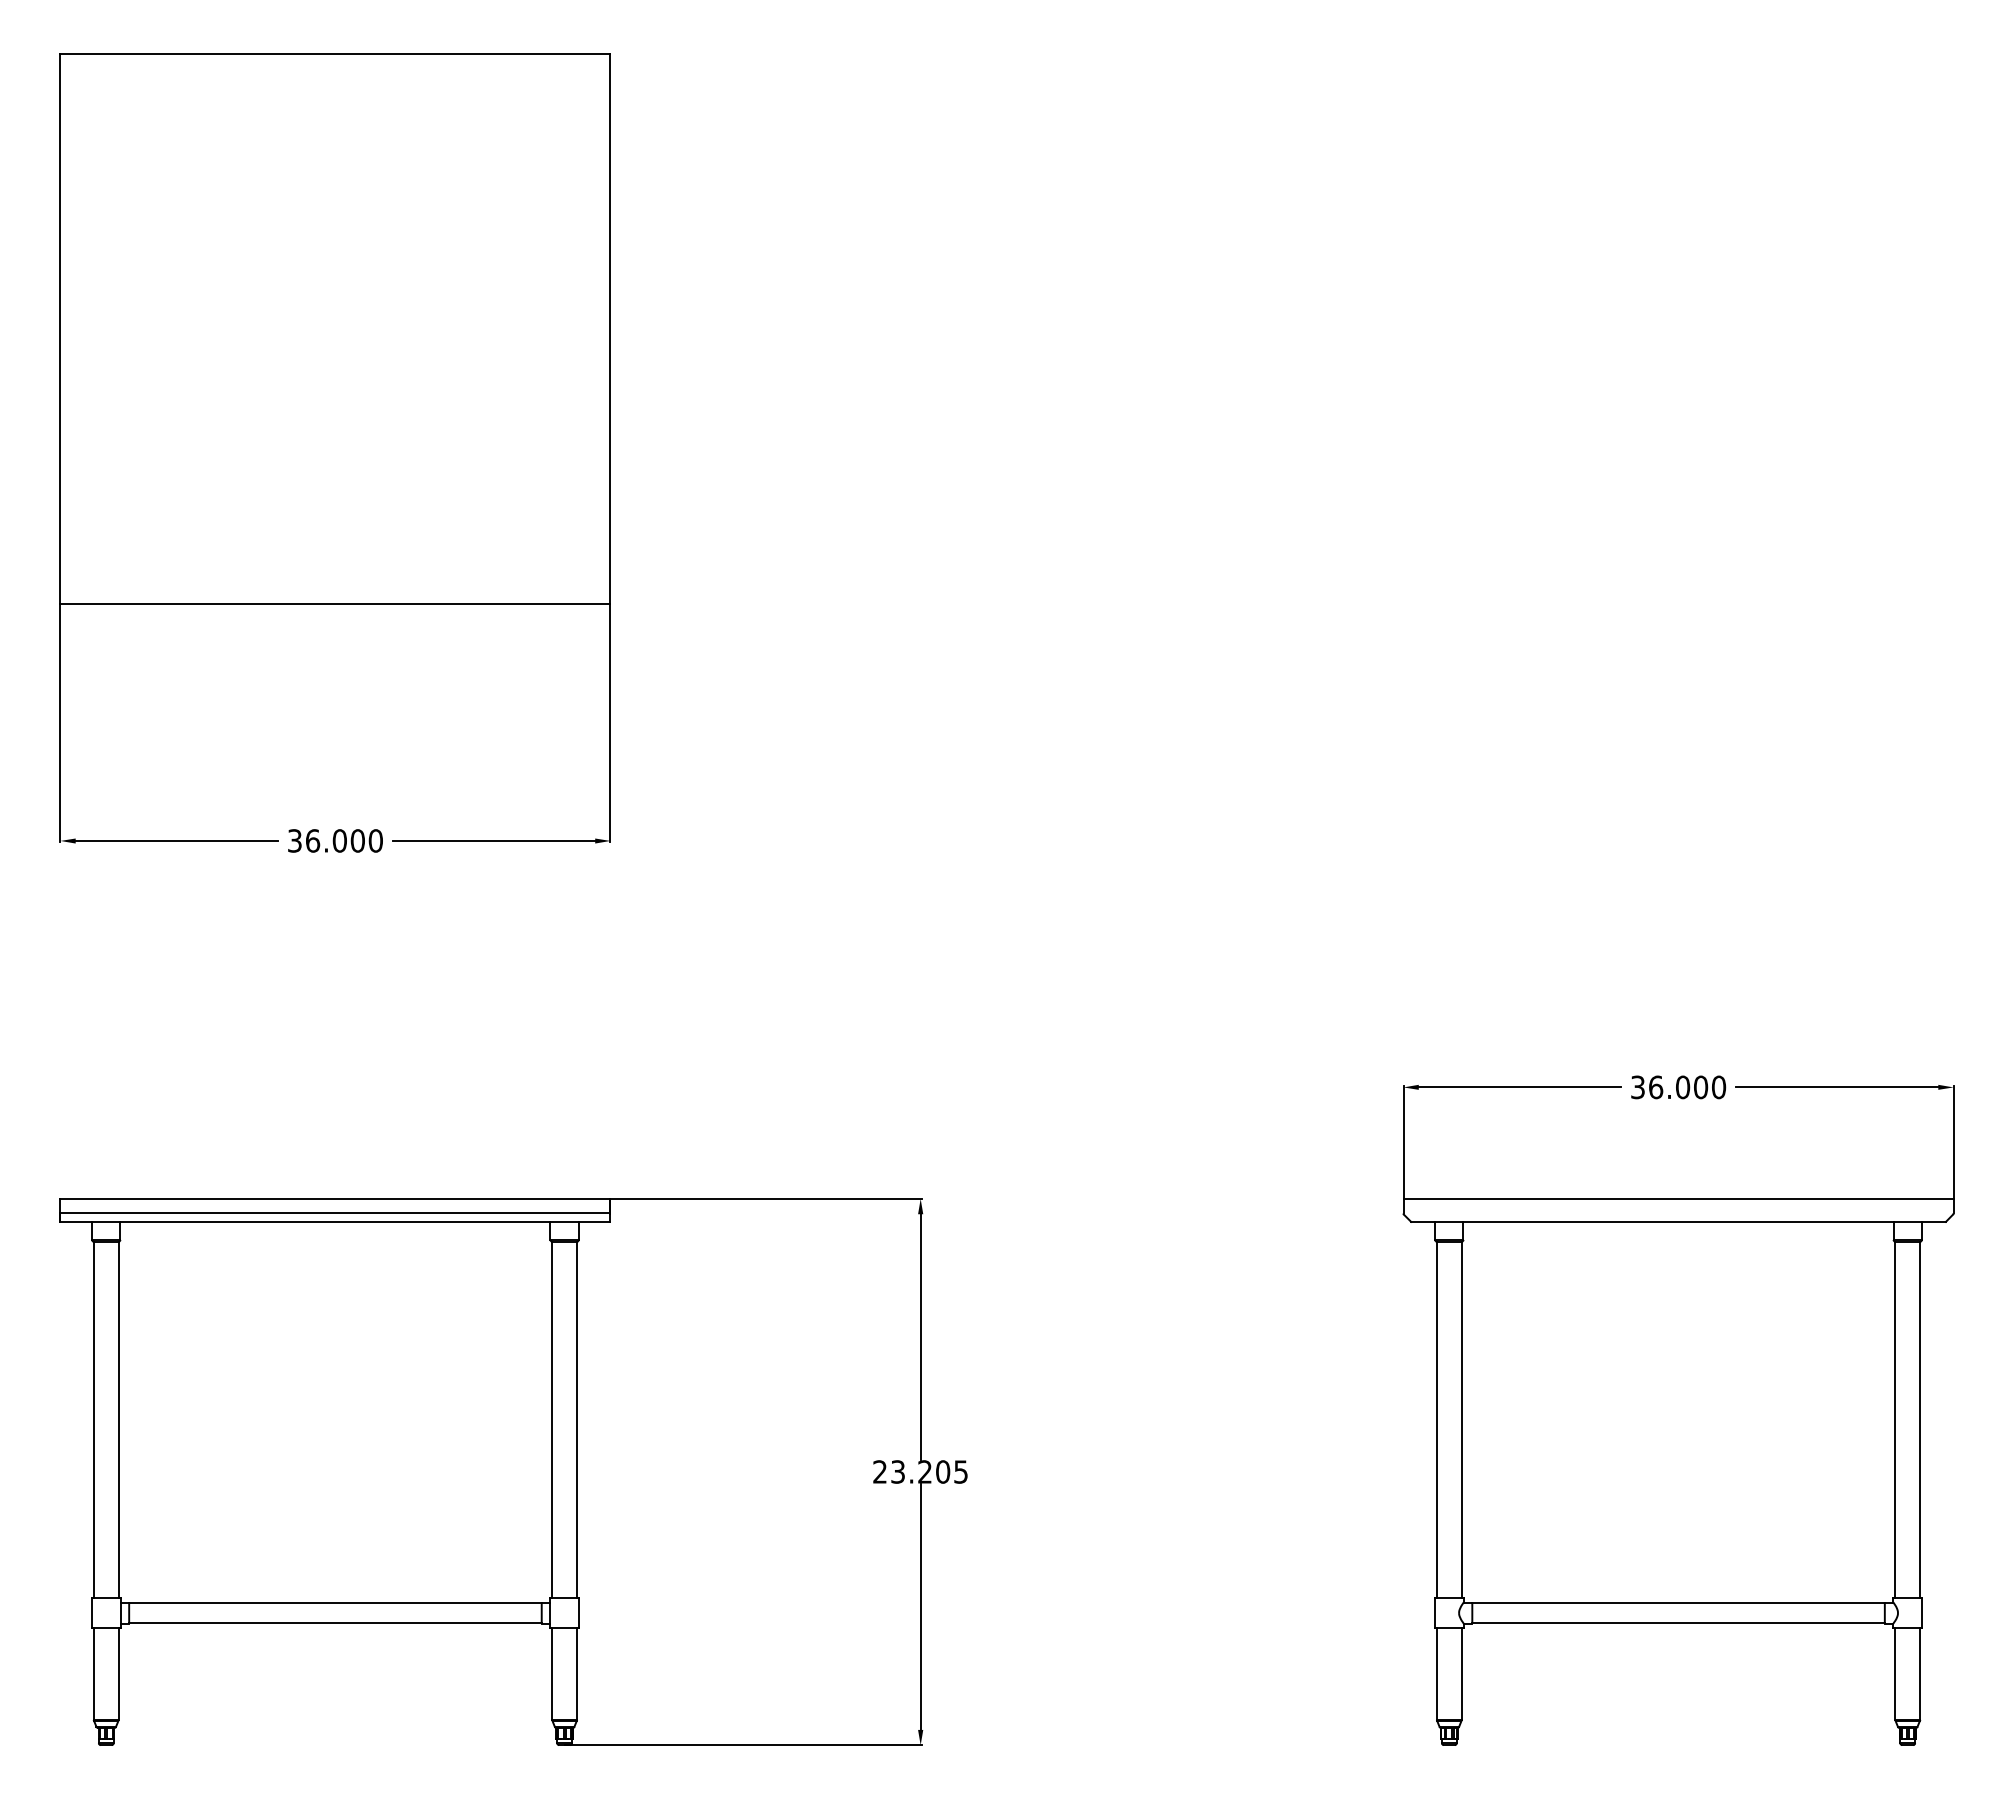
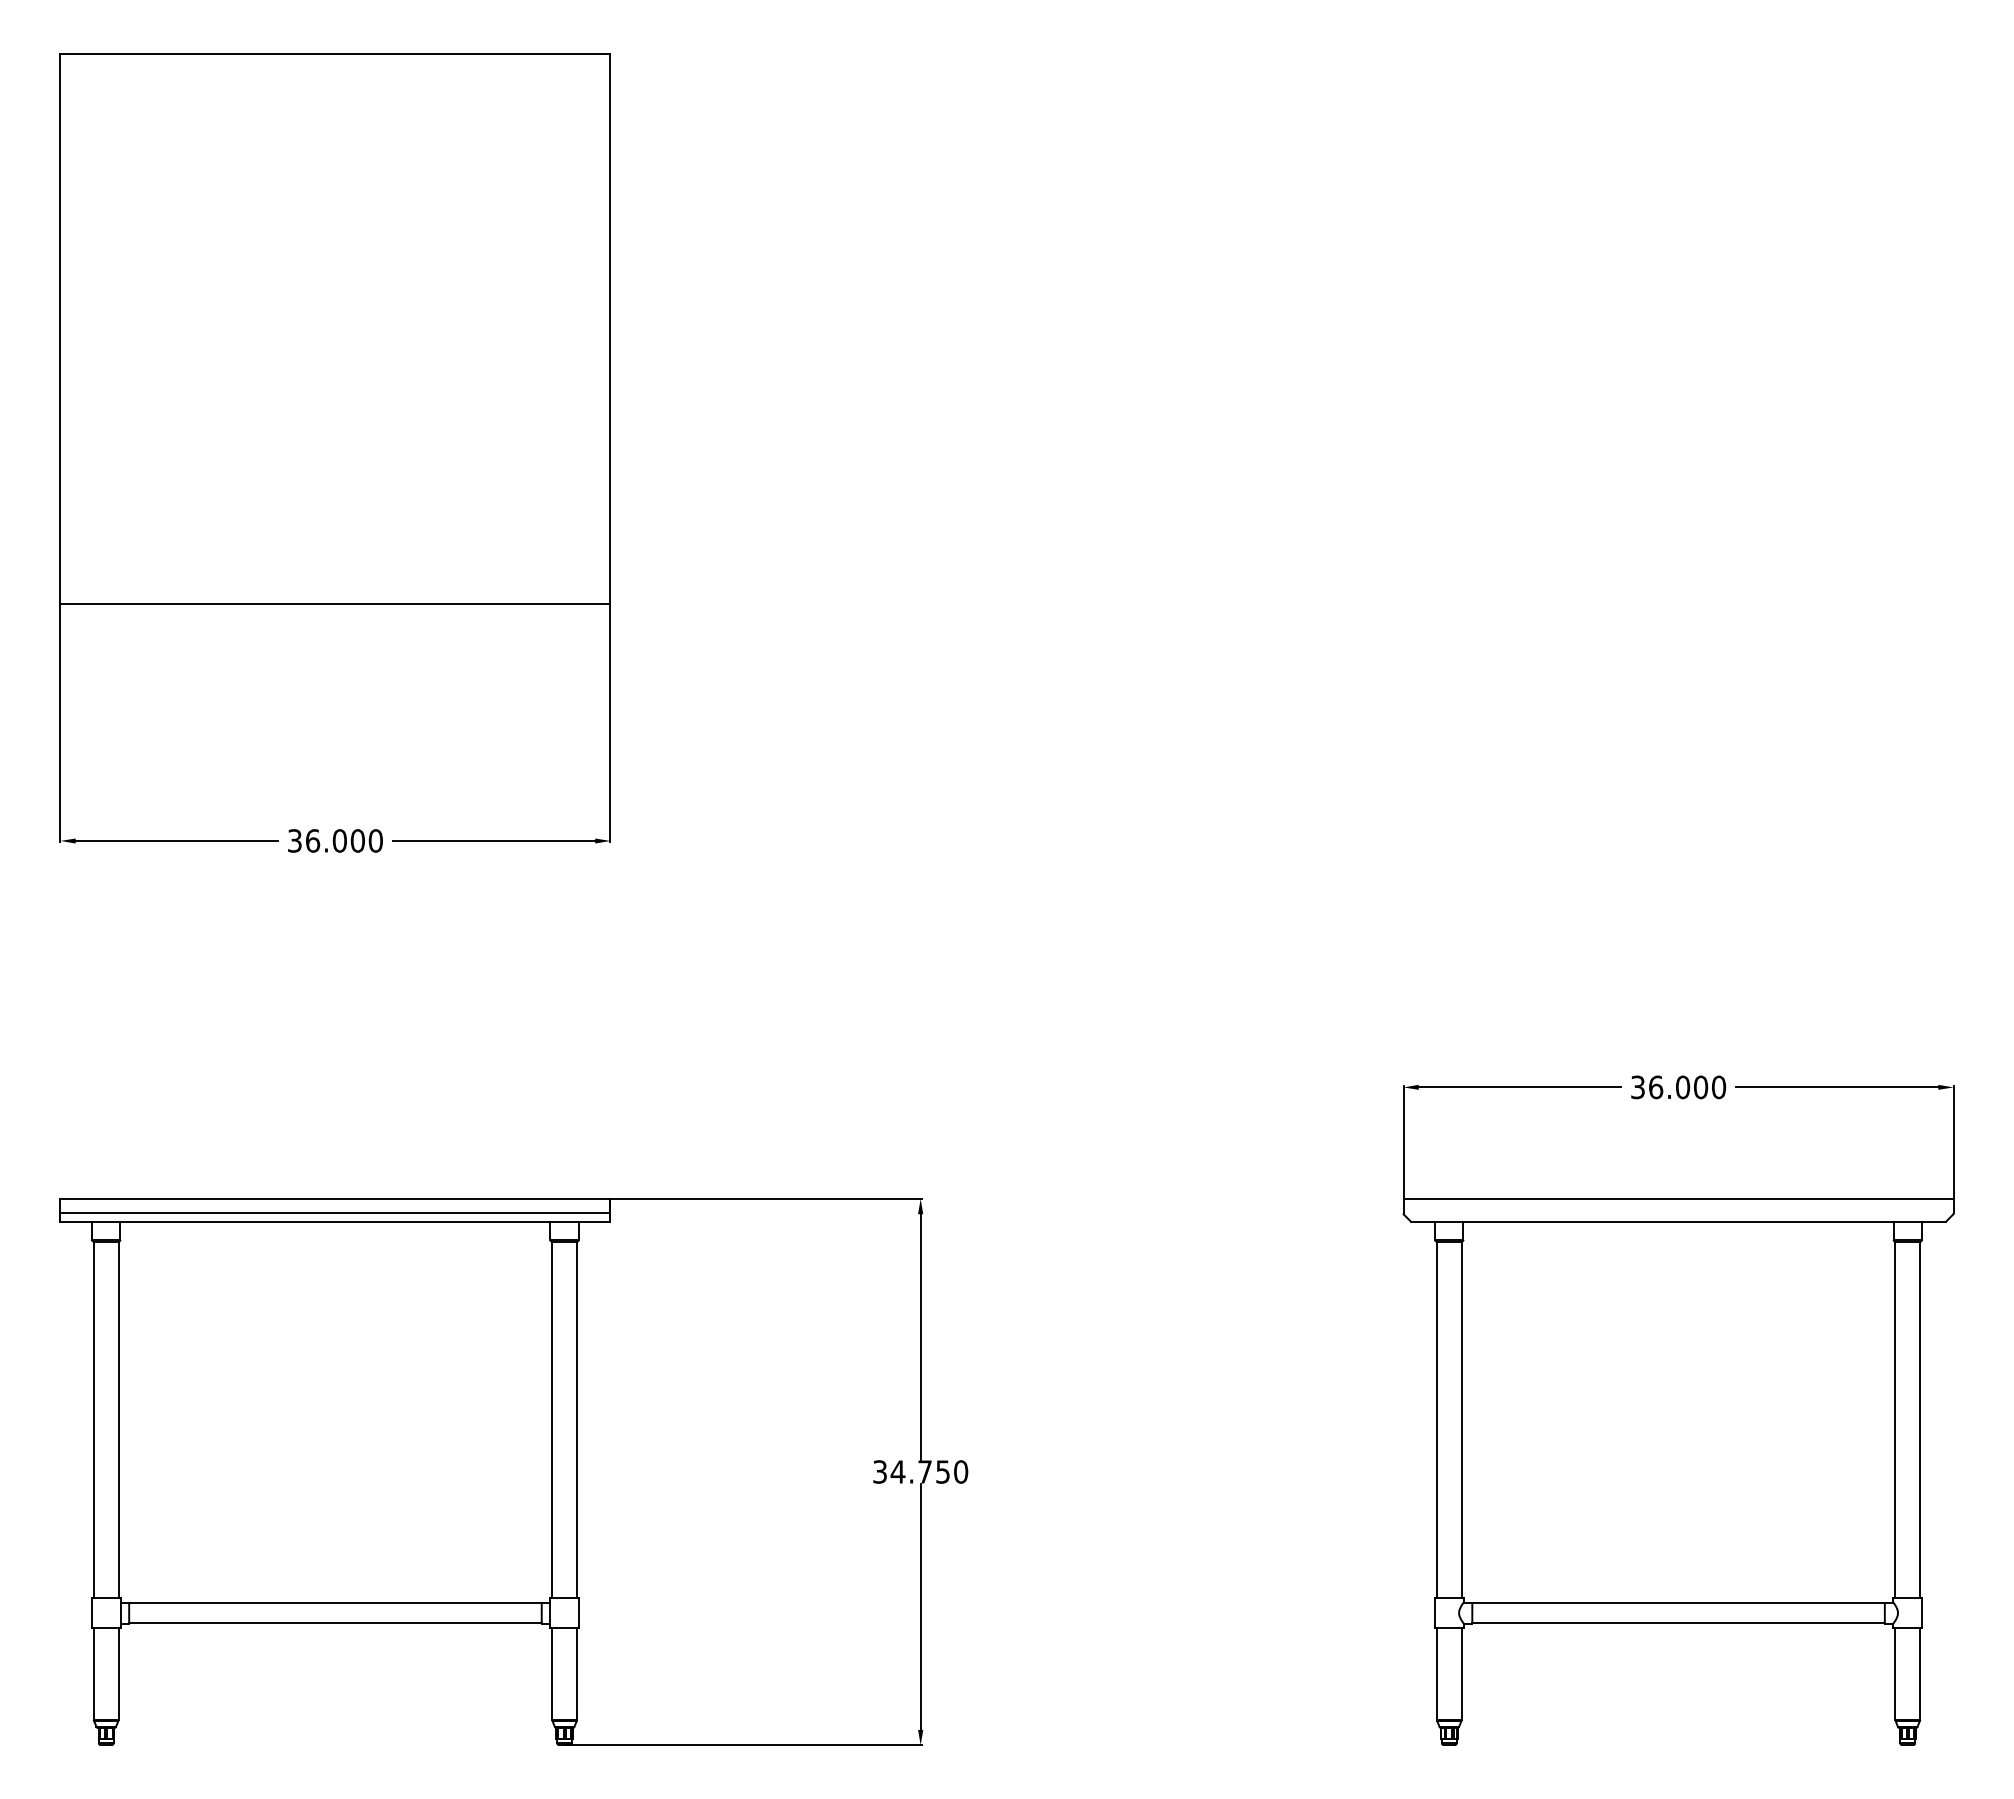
text at (920, 1471): 23.205 -> 34.750
